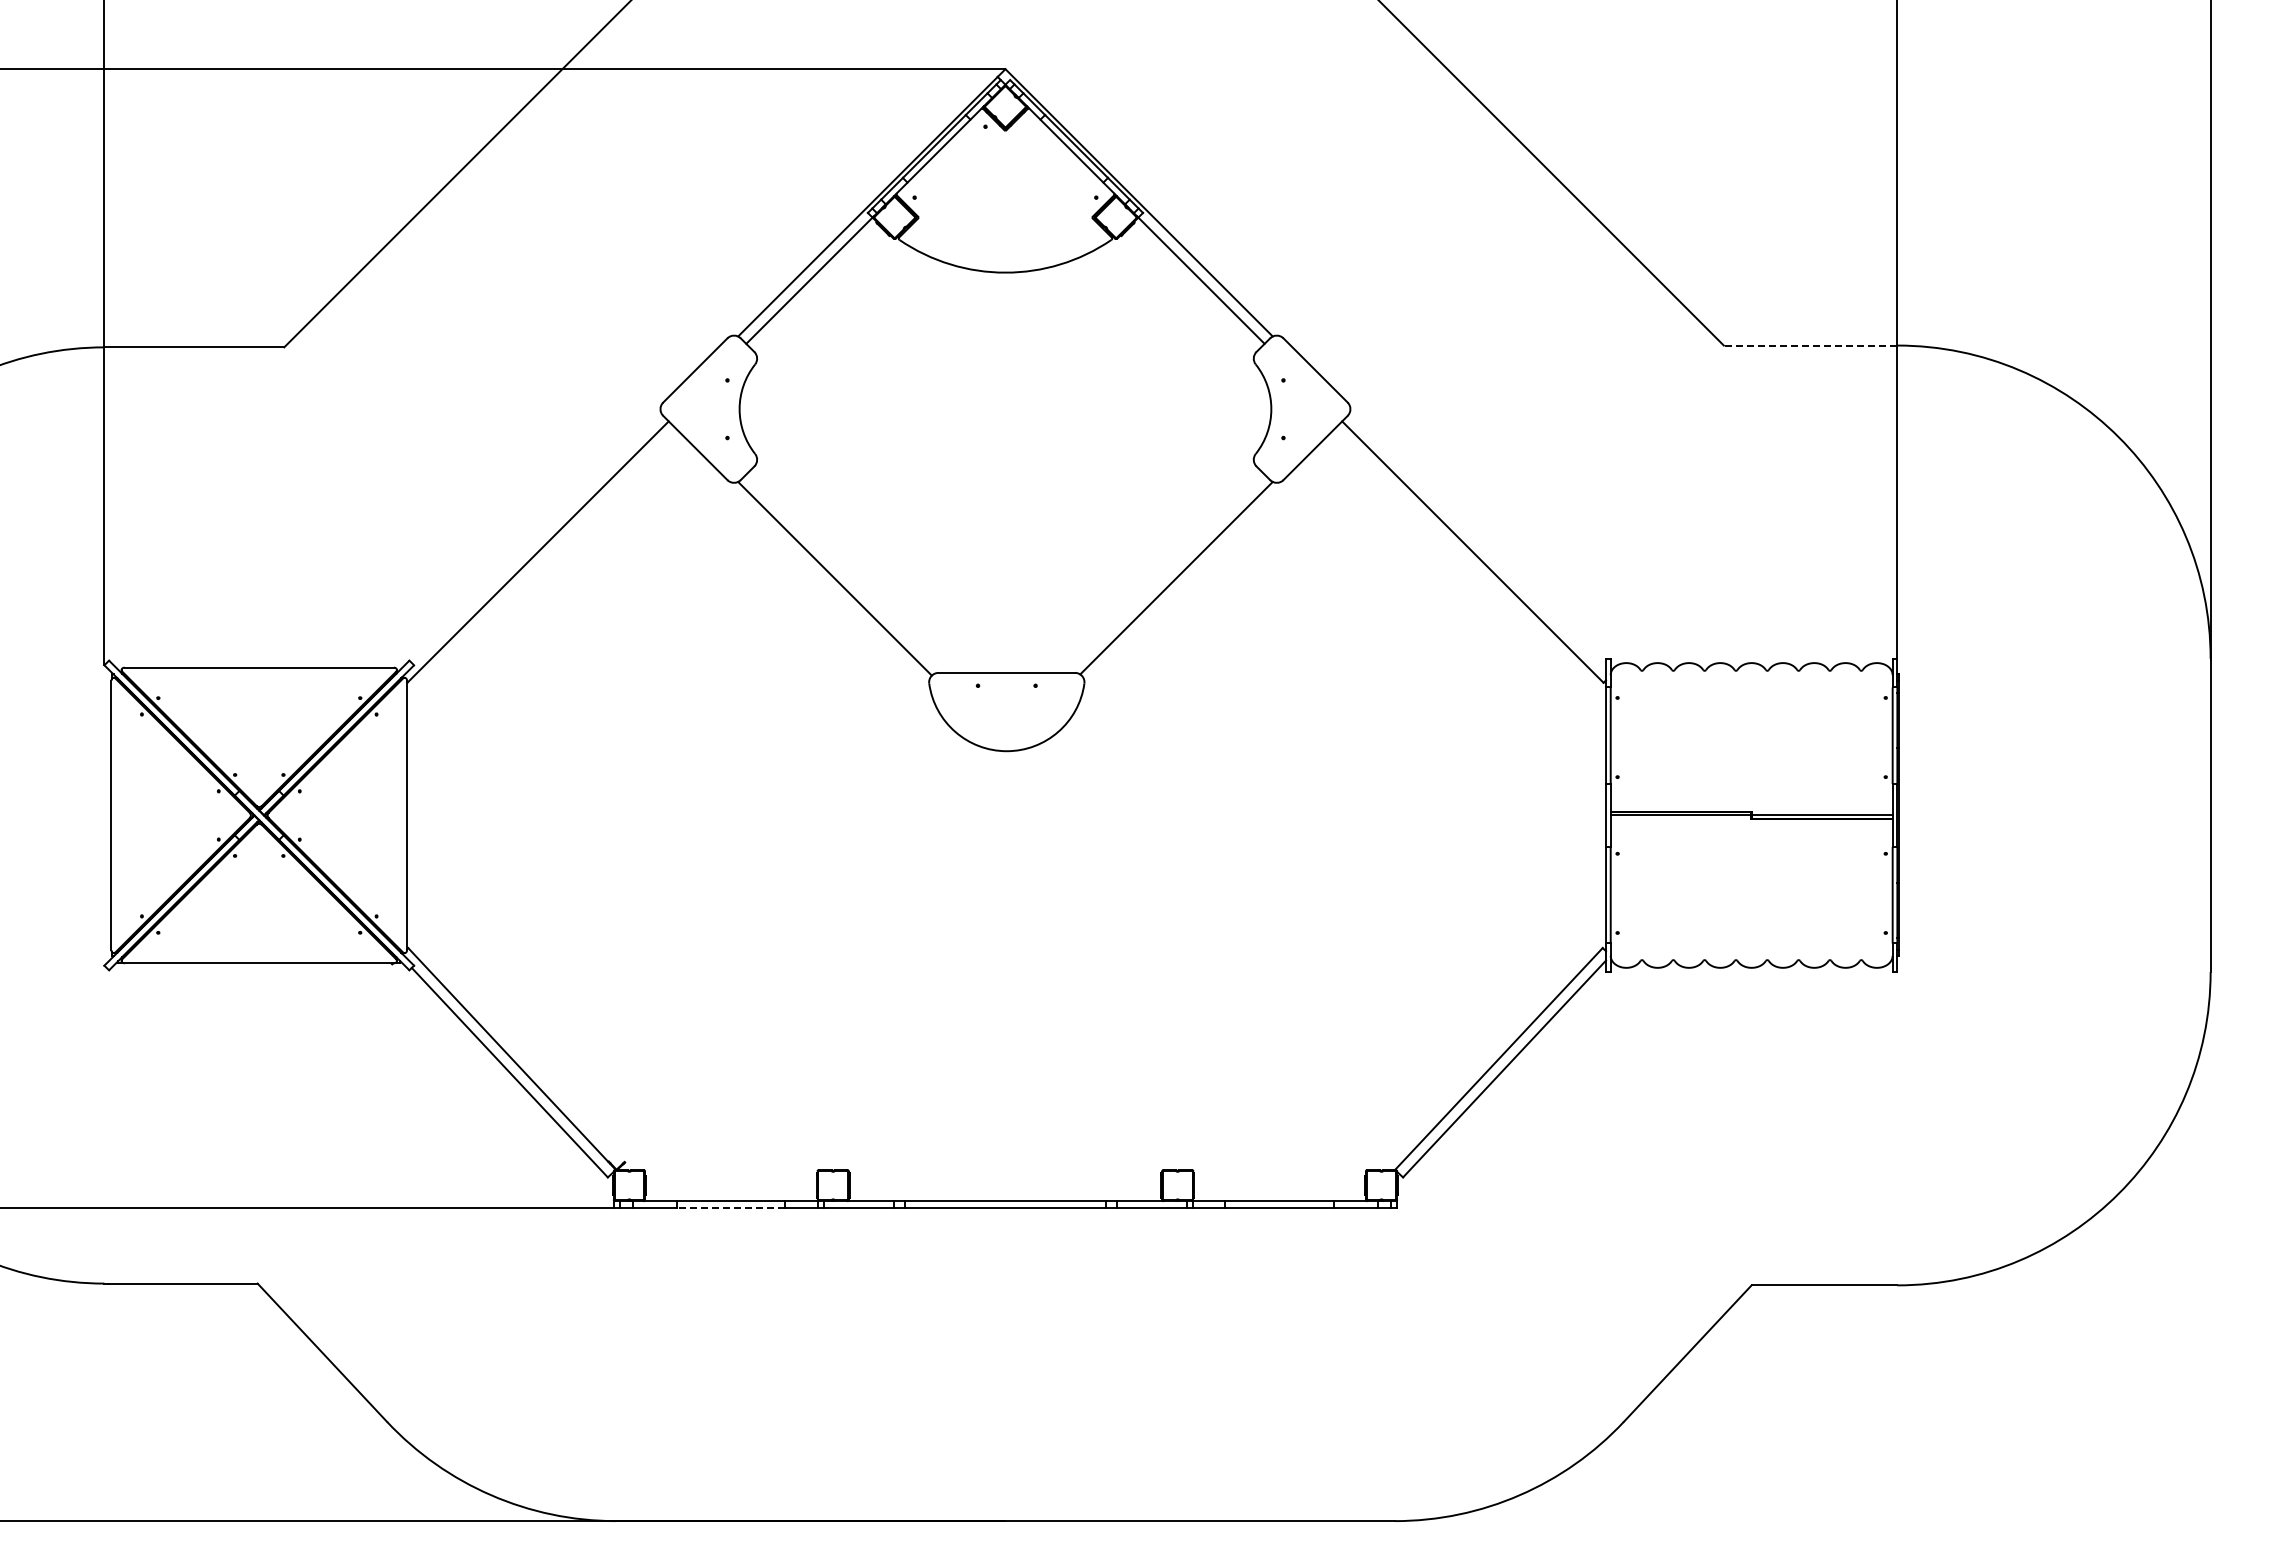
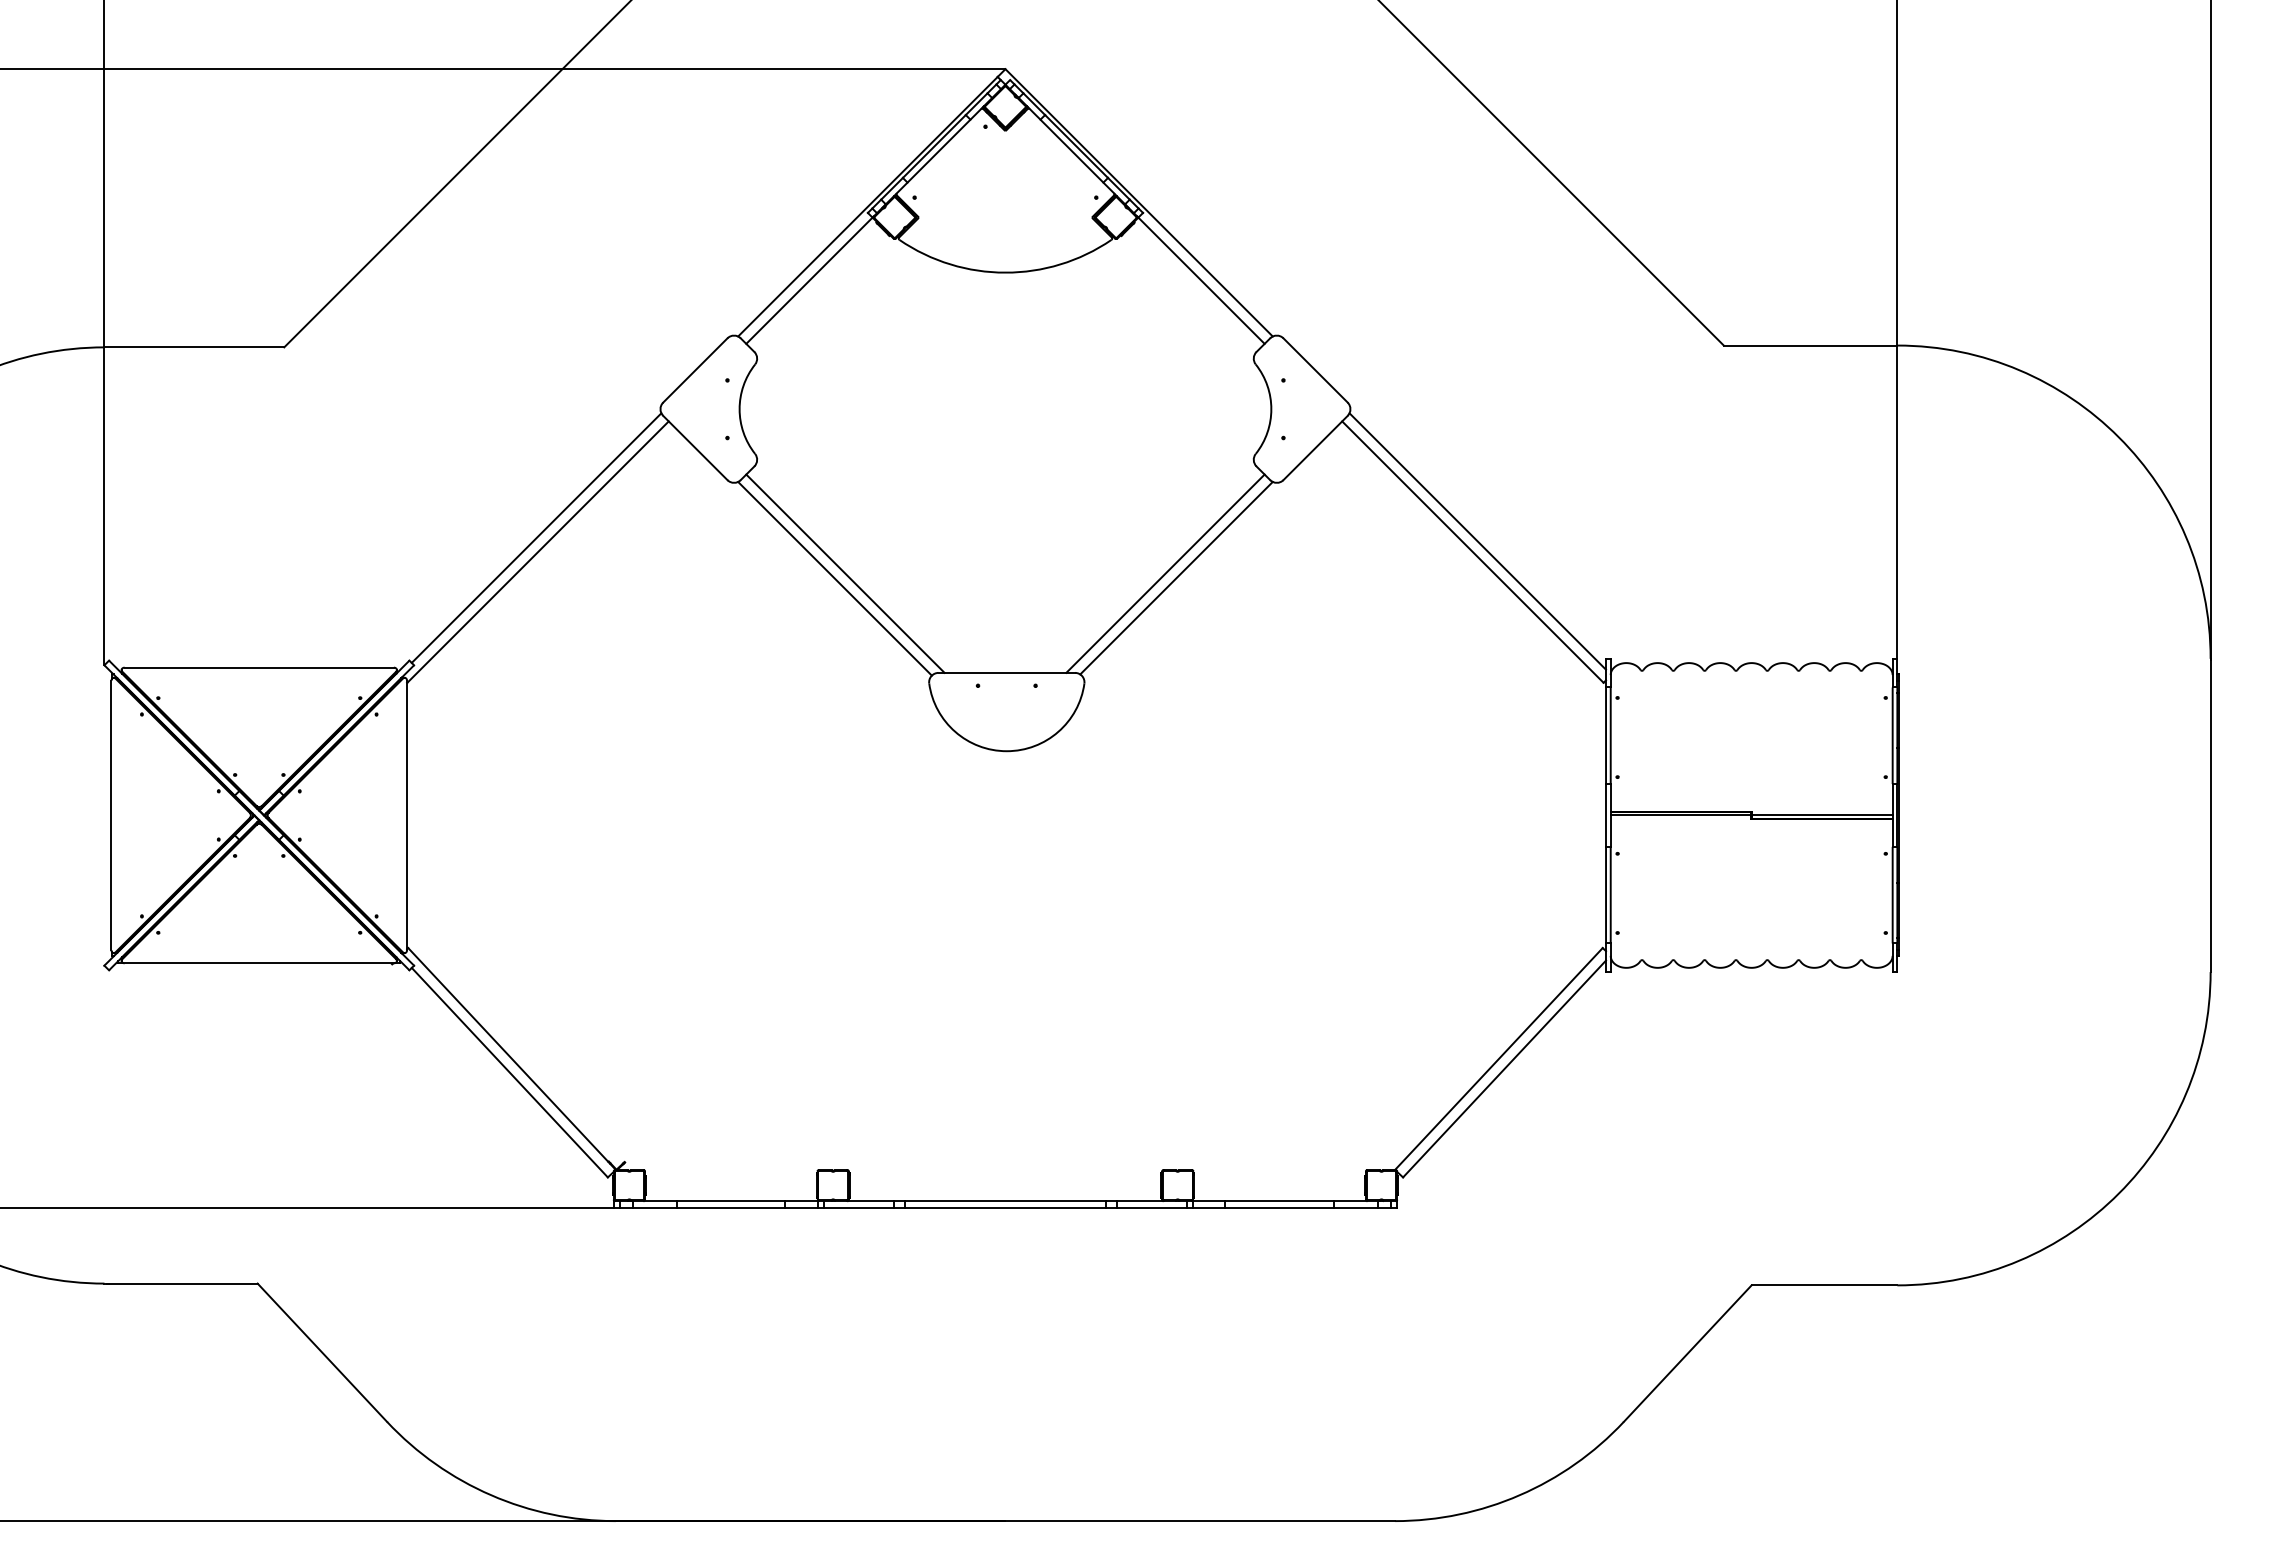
line at (1810, 345): dashed -> solid
line at (536, 537): none -> present
line at (1477, 541): none -> present
line at (845, 573): none -> present
line at (1165, 573): none -> present
line at (730, 1207): dashed -> solid
